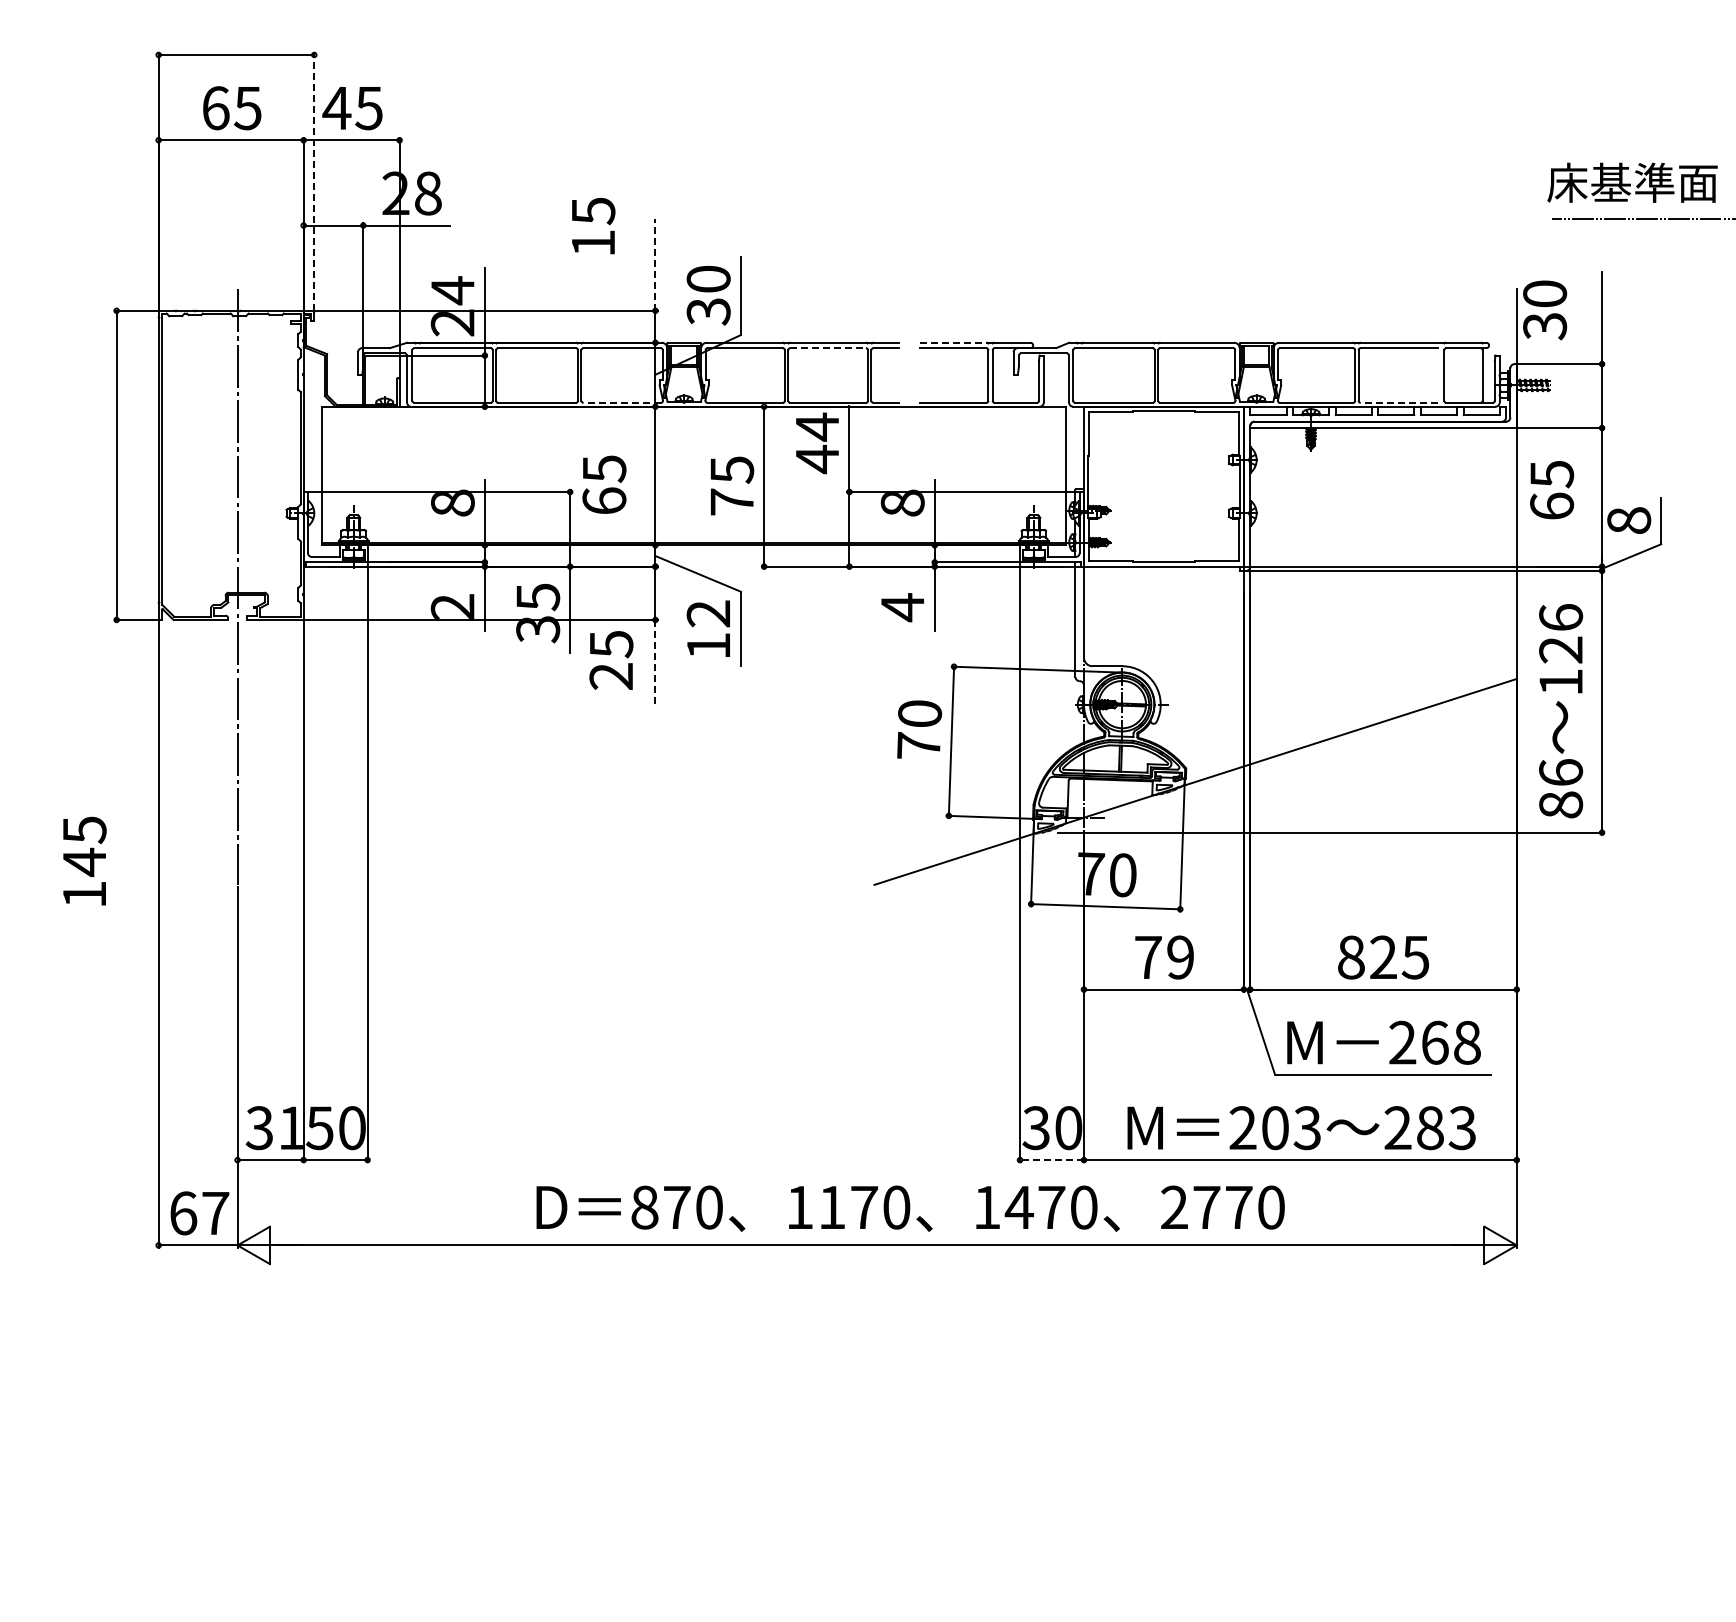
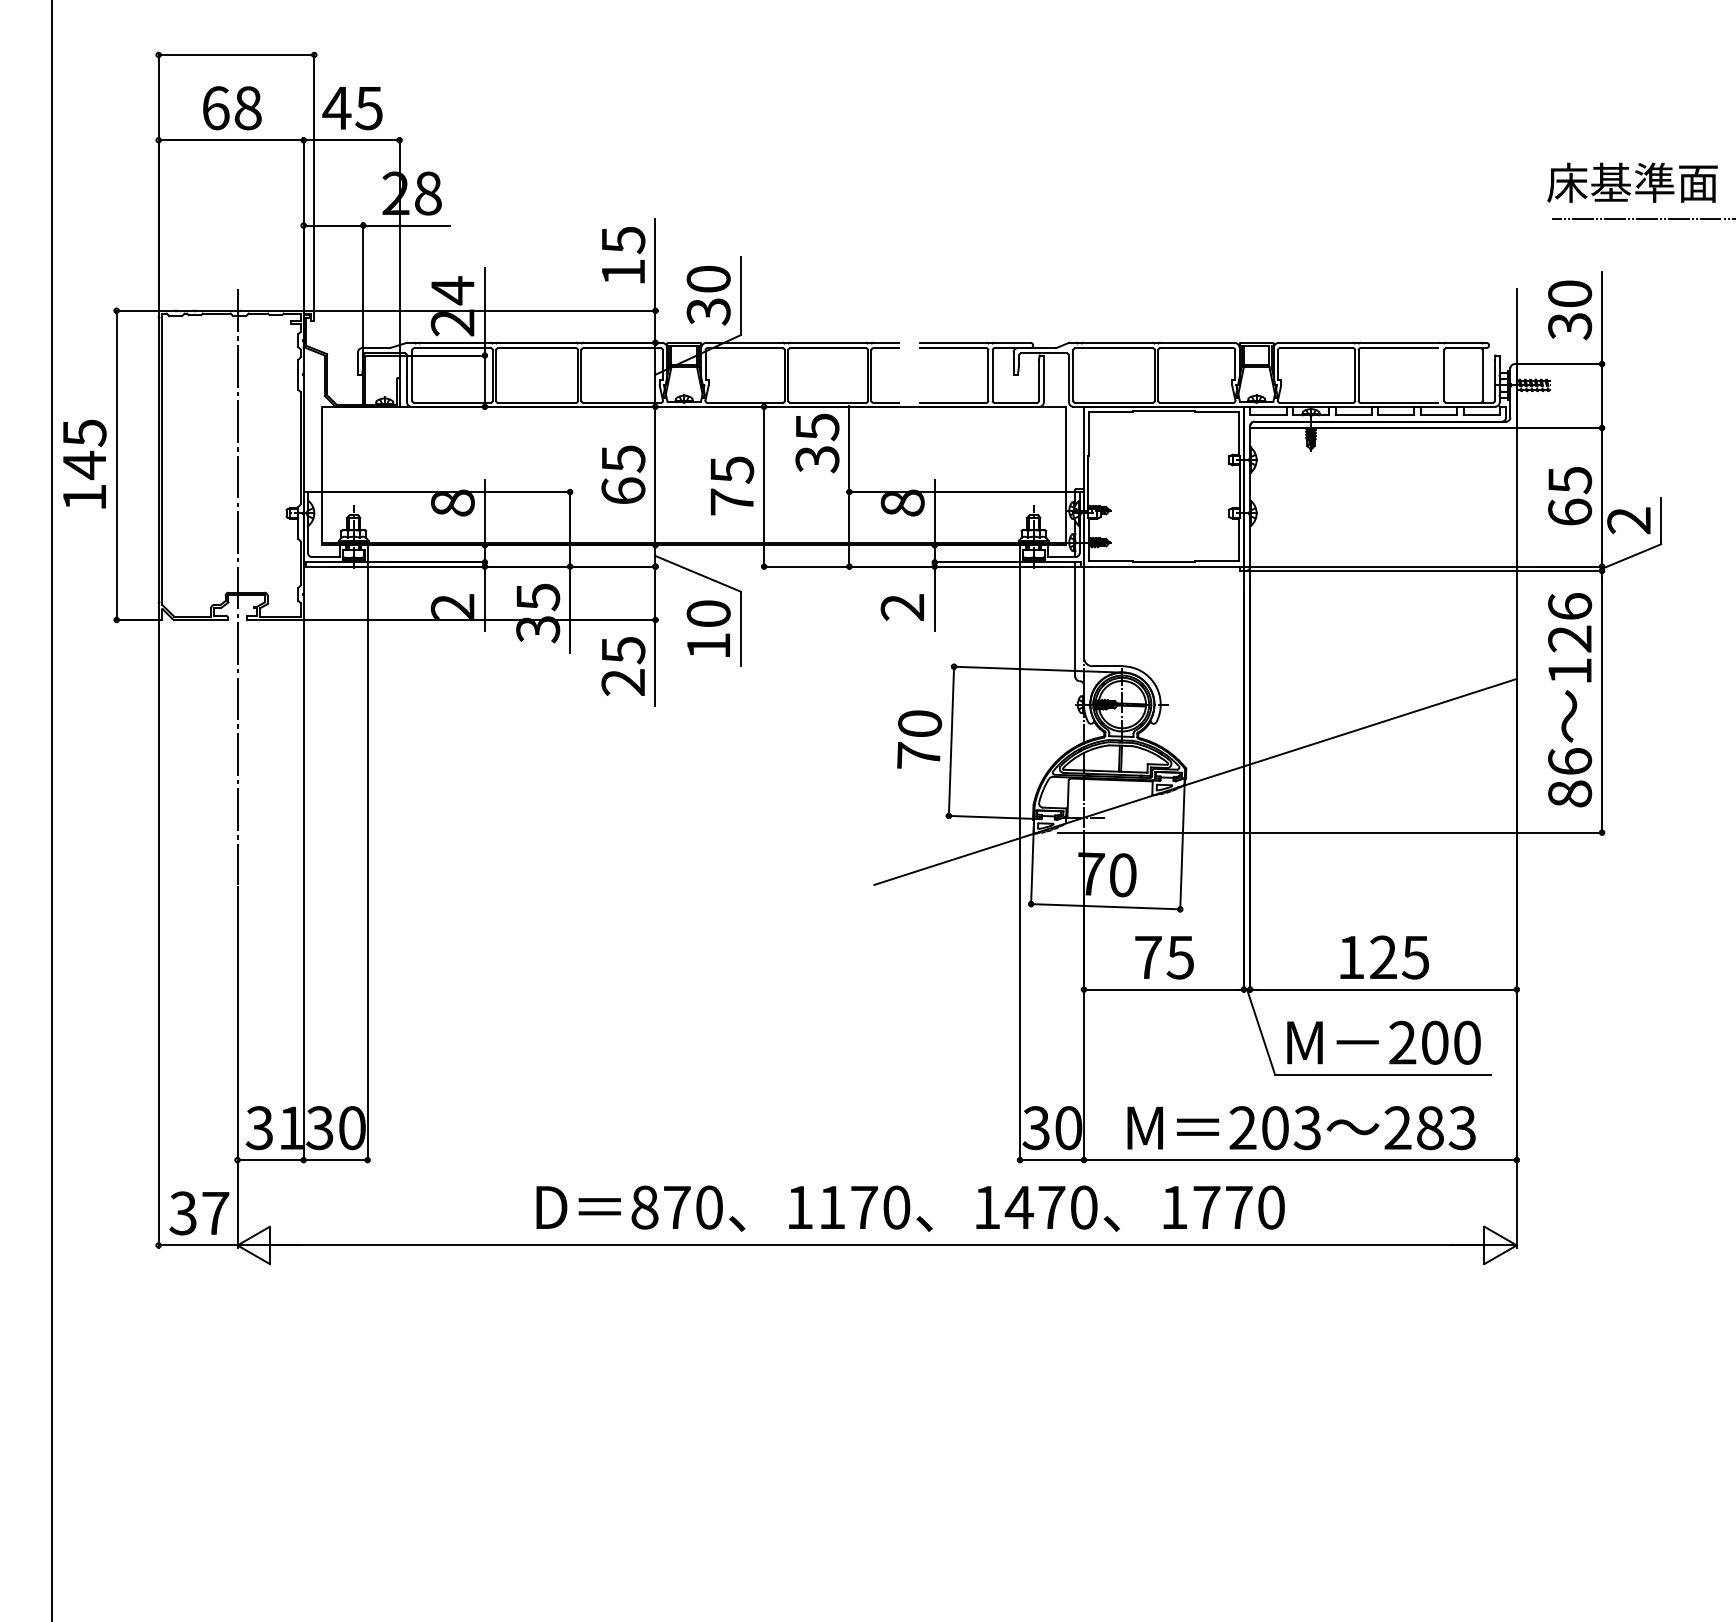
text at (247, 108): 65 -> 68
line at (314, 181): dashed -> solid
text at (593, 226) position: (593, 226) -> (623, 255)
line at (655, 264): dashed -> solid
text at (1545, 310) position: (1545, 310) -> (1570, 310)
line at (953, 342): dashed -> solid
line at (828, 348): dashed -> solid
line at (622, 402): dashed -> solid
line at (1399, 402): dashed -> solid
text at (817, 443): 44 -> 35
text at (604, 484) position: (604, 484) -> (623, 474)
text at (1552, 490) position: (1552, 490) -> (1570, 496)
text at (1629, 520): 8 -> 2
text at (901, 607): 4 -> 2
text at (708, 613): 12 -> 10
text at (611, 660) position: (611, 660) -> (623, 666)
line at (655, 663): dashed -> solid
text at (1561, 711) position: (1561, 711) -> (1570, 700)
text at (919, 729) position: (919, 729) -> (919, 739)
line at (52, 810): none -> present
text at (84, 860) position: (84, 860) -> (84, 463)
text at (1179, 957): 79 -> 75
text at (1351, 957): 825 -> 125
text at (1451, 1042): 268 -> 200
text at (319, 1127): 50 -> 30
line at (1052, 1160): dashed -> solid
text at (1174, 1206): 2770 -> 1770
text at (183, 1213): 67 -> 37
